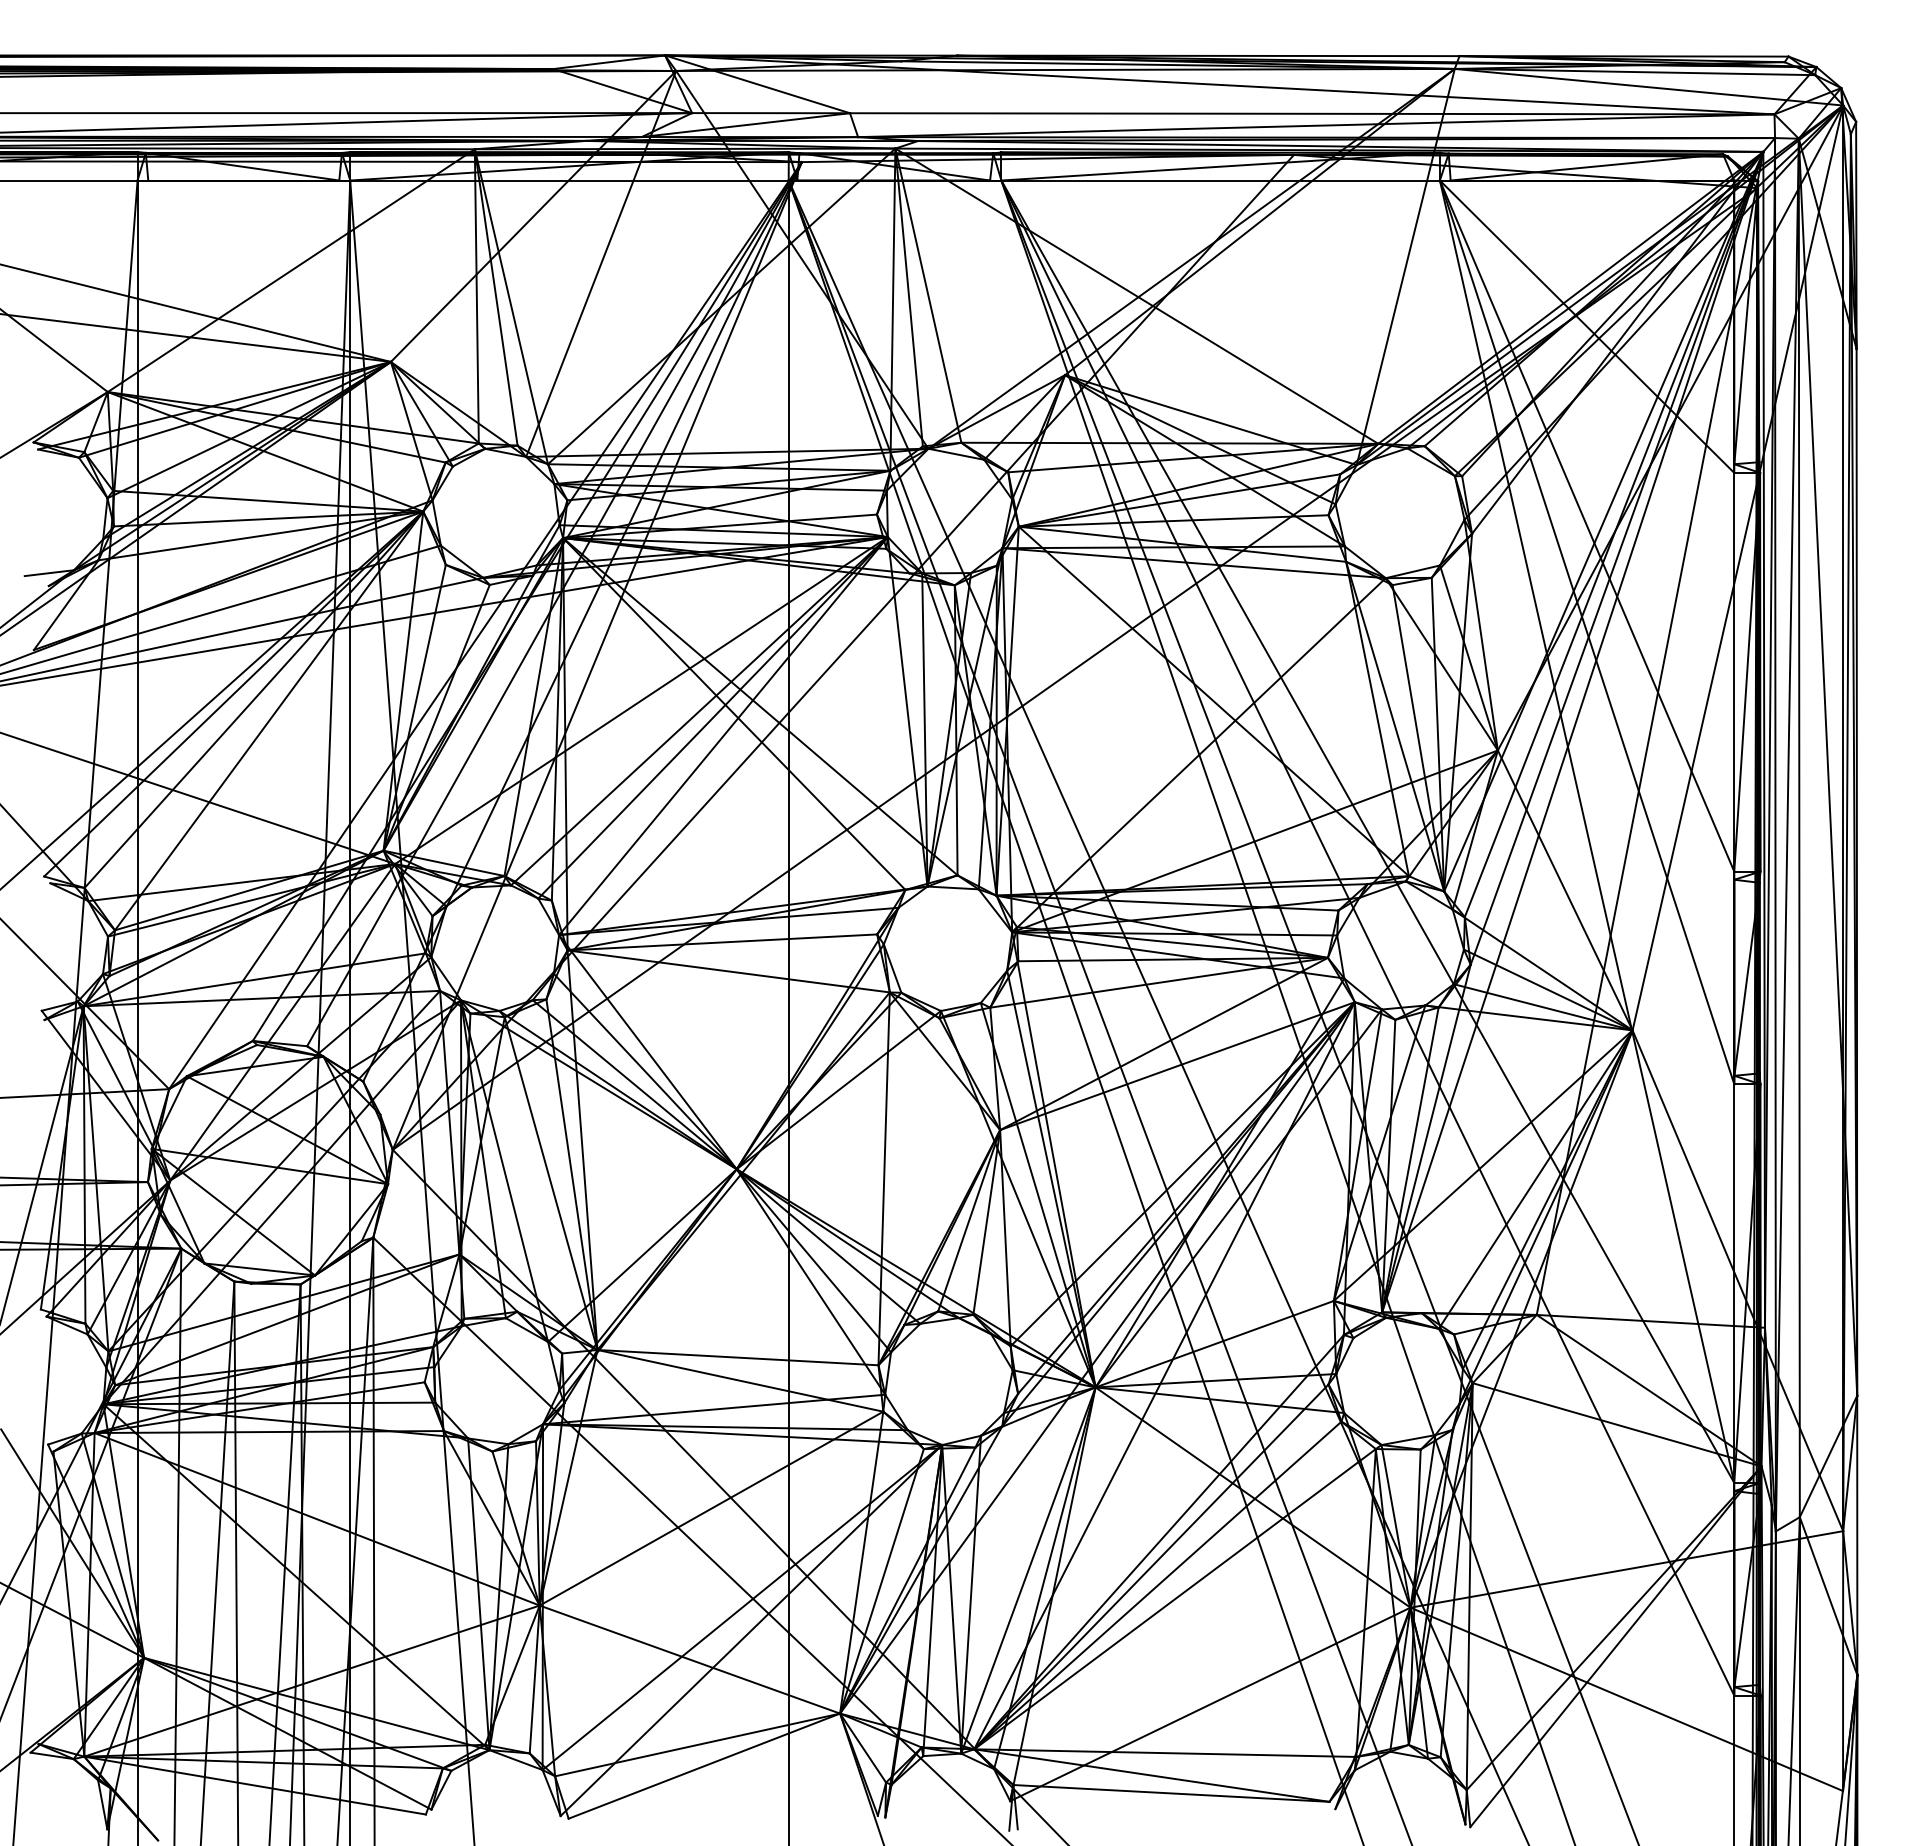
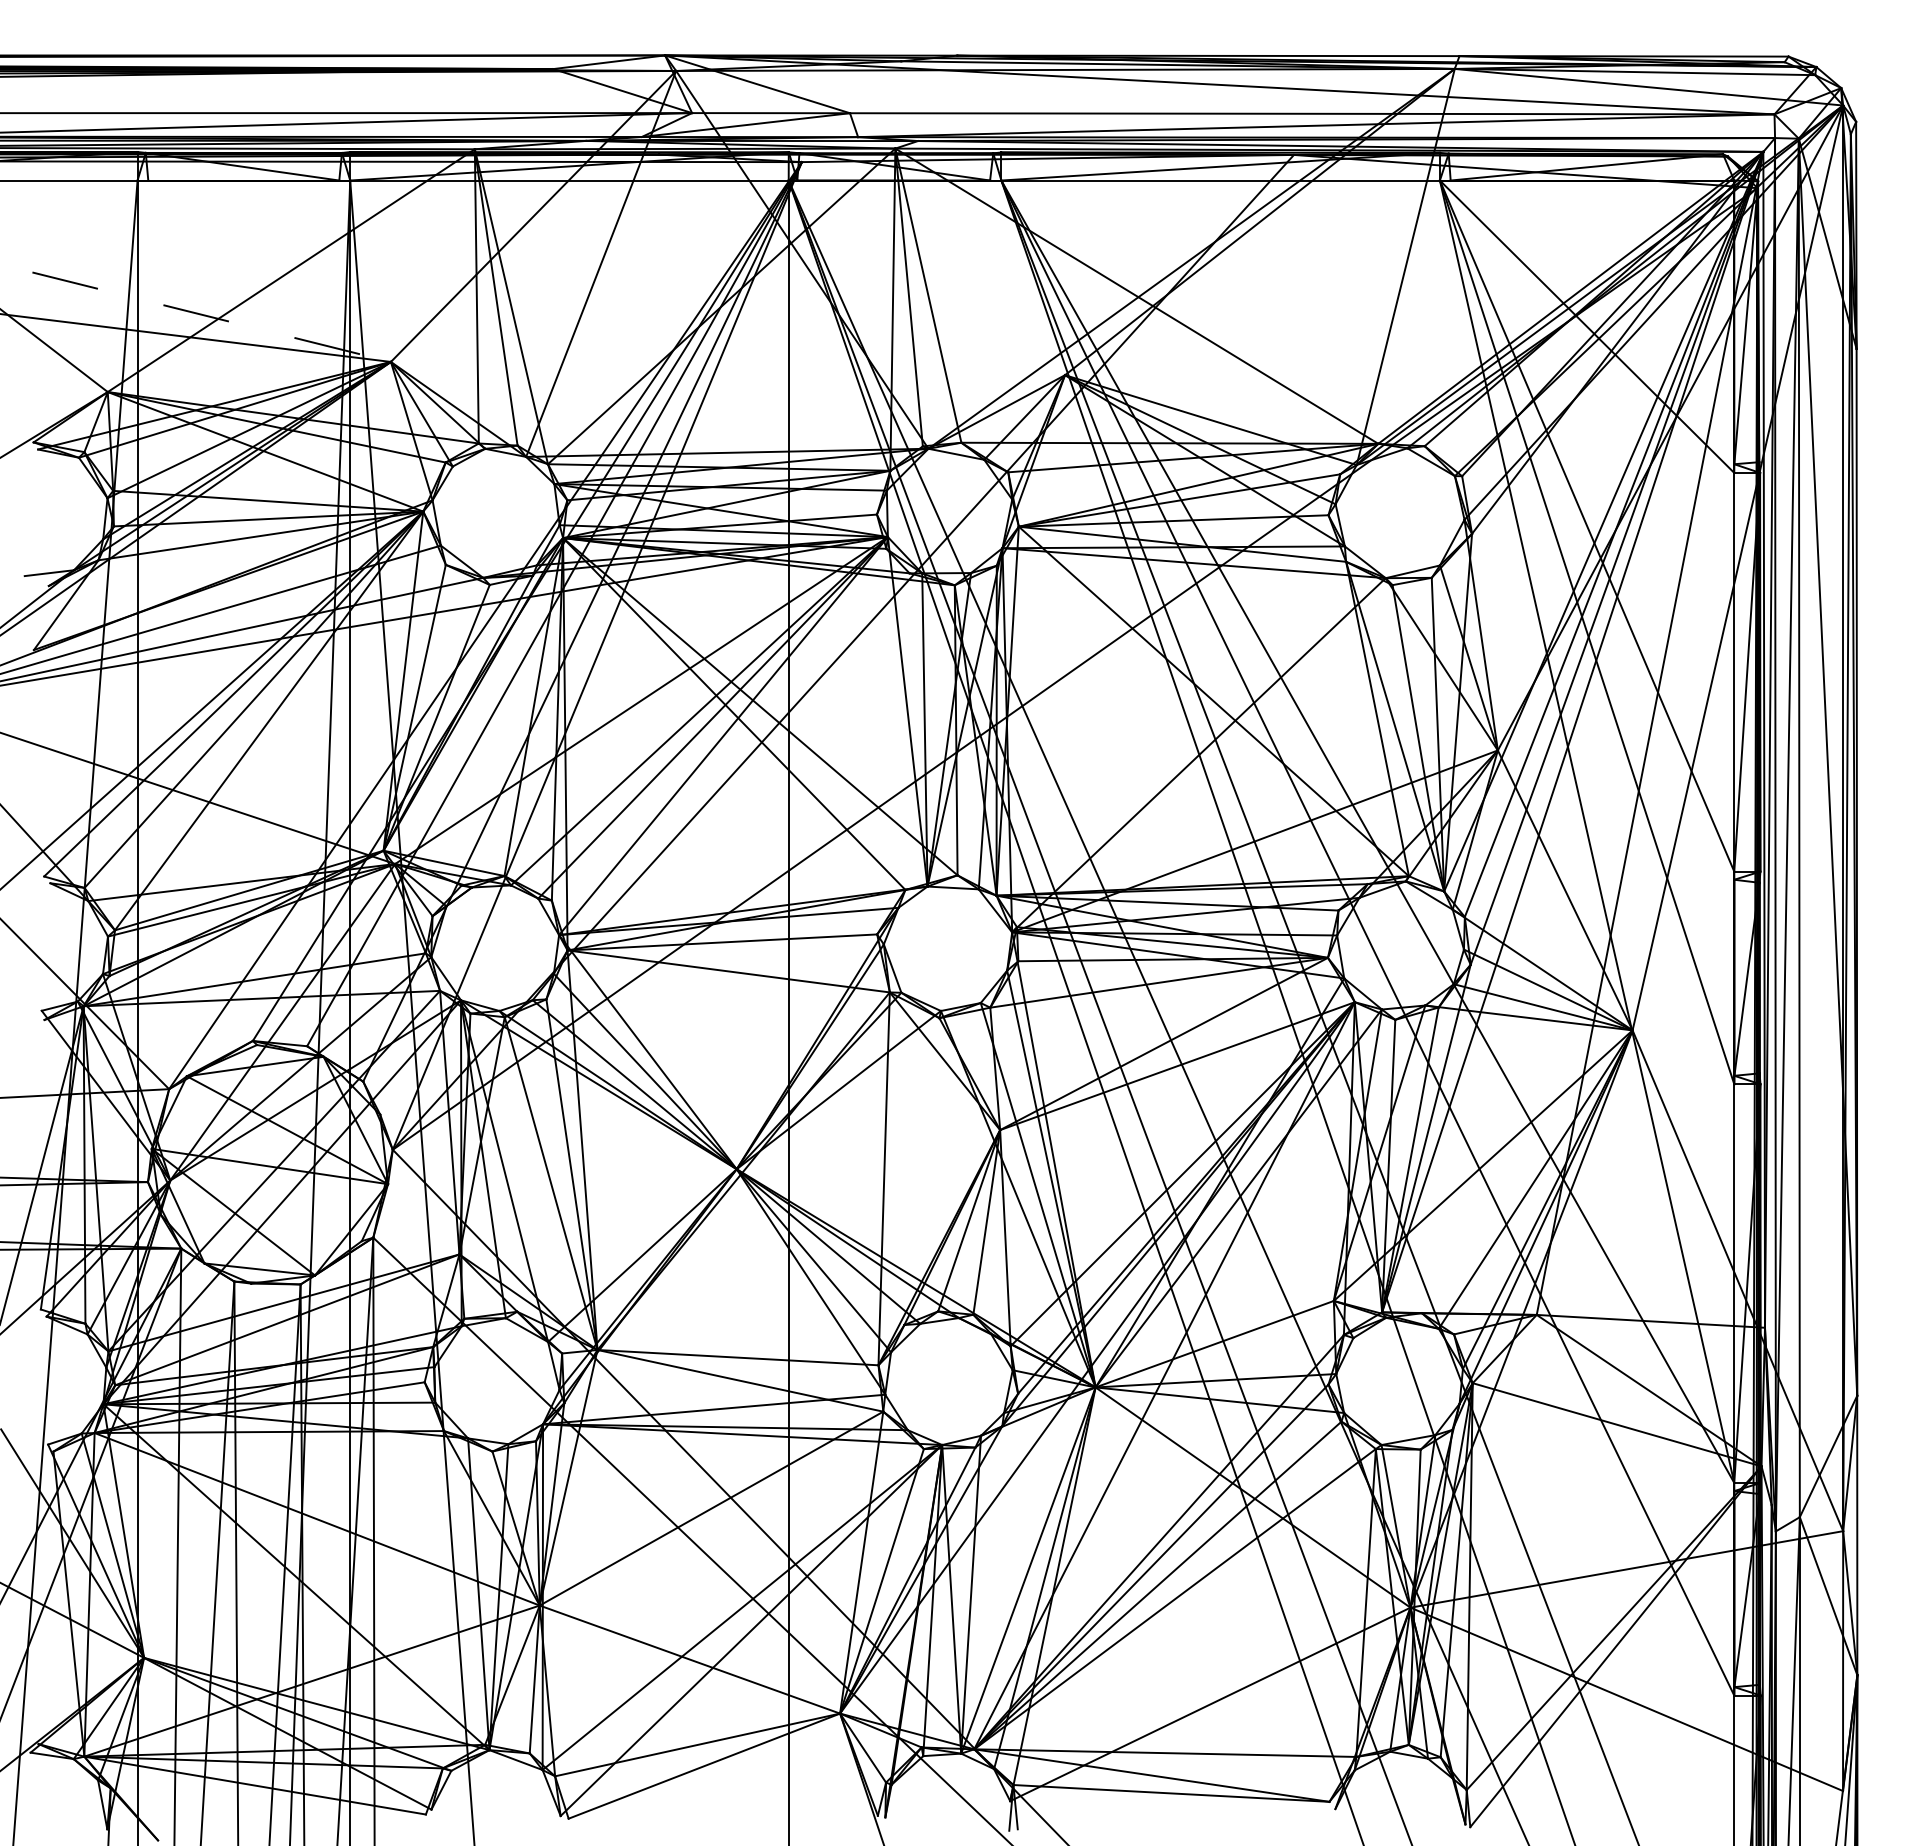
line at (195, 313): solid -> dashed
